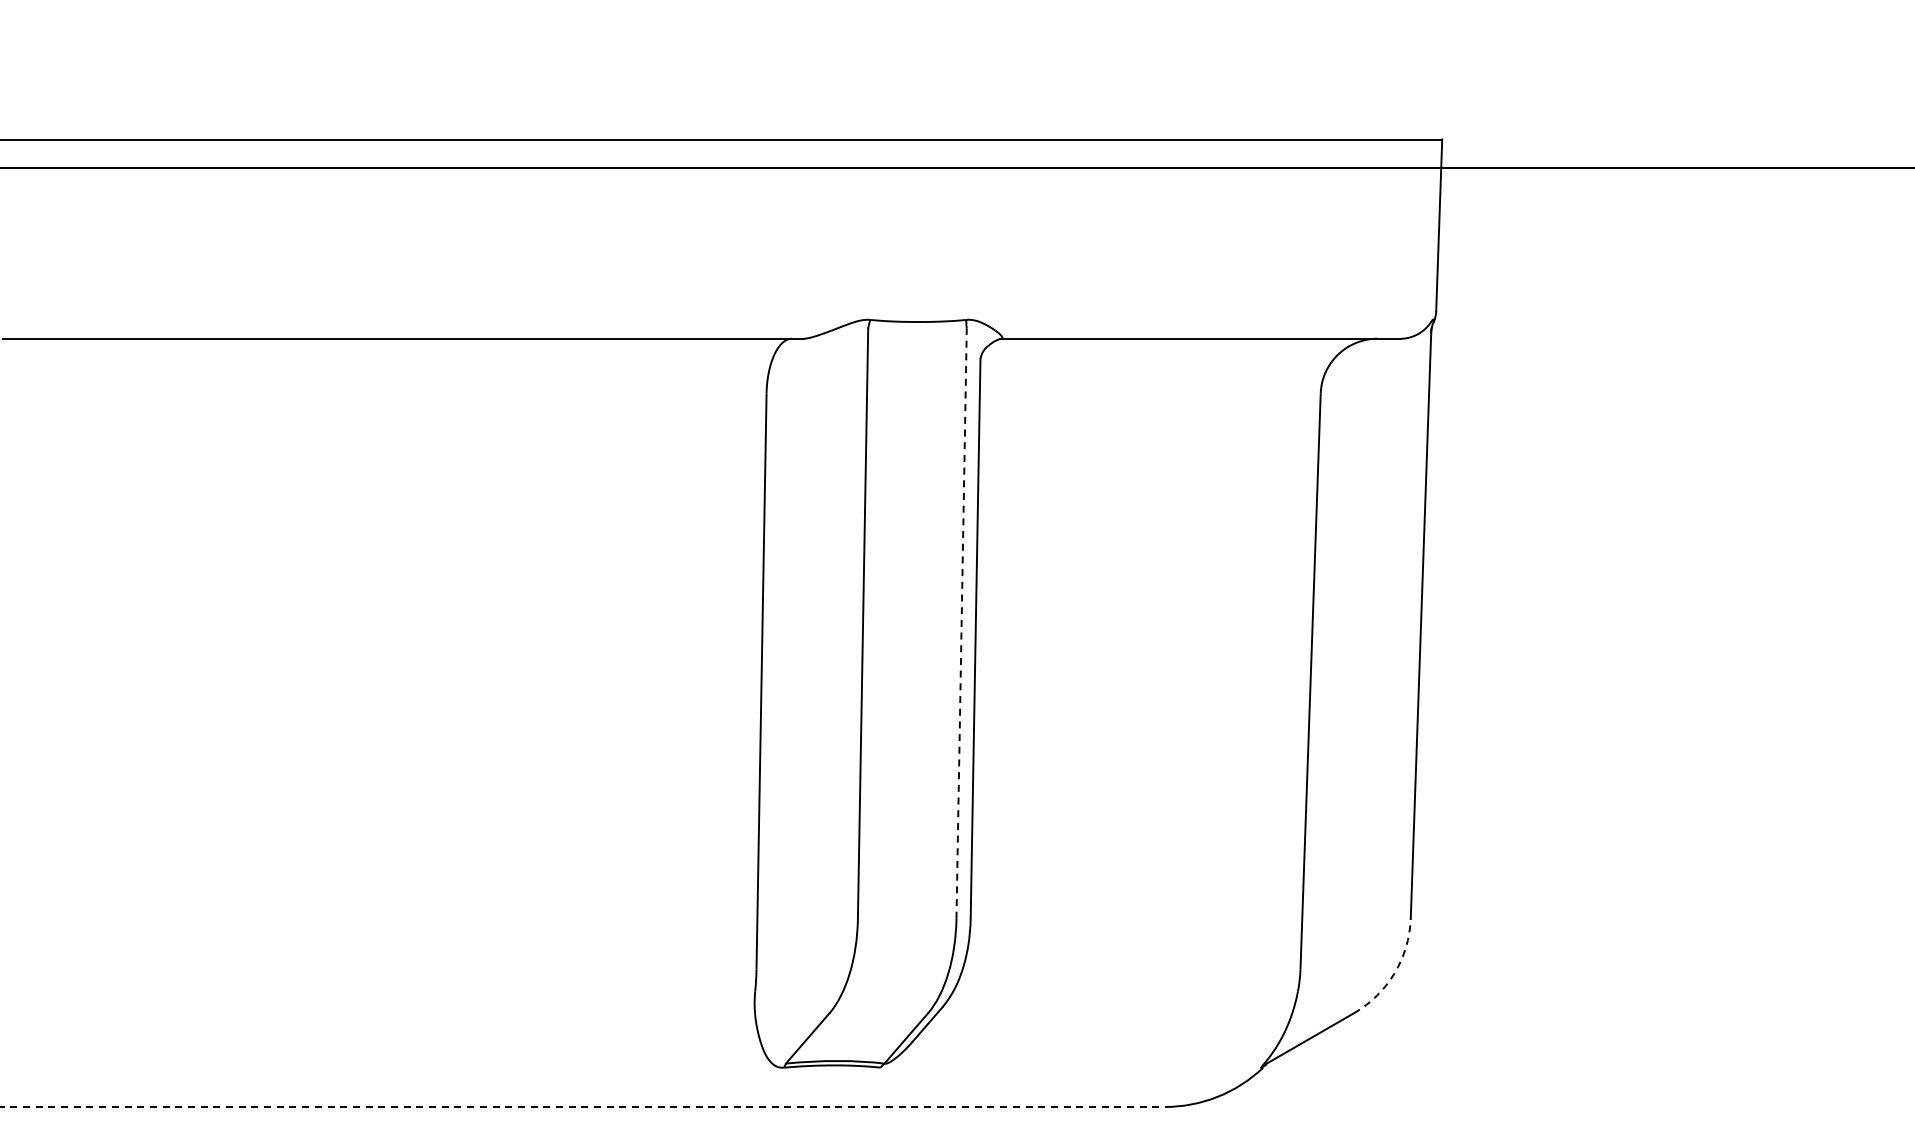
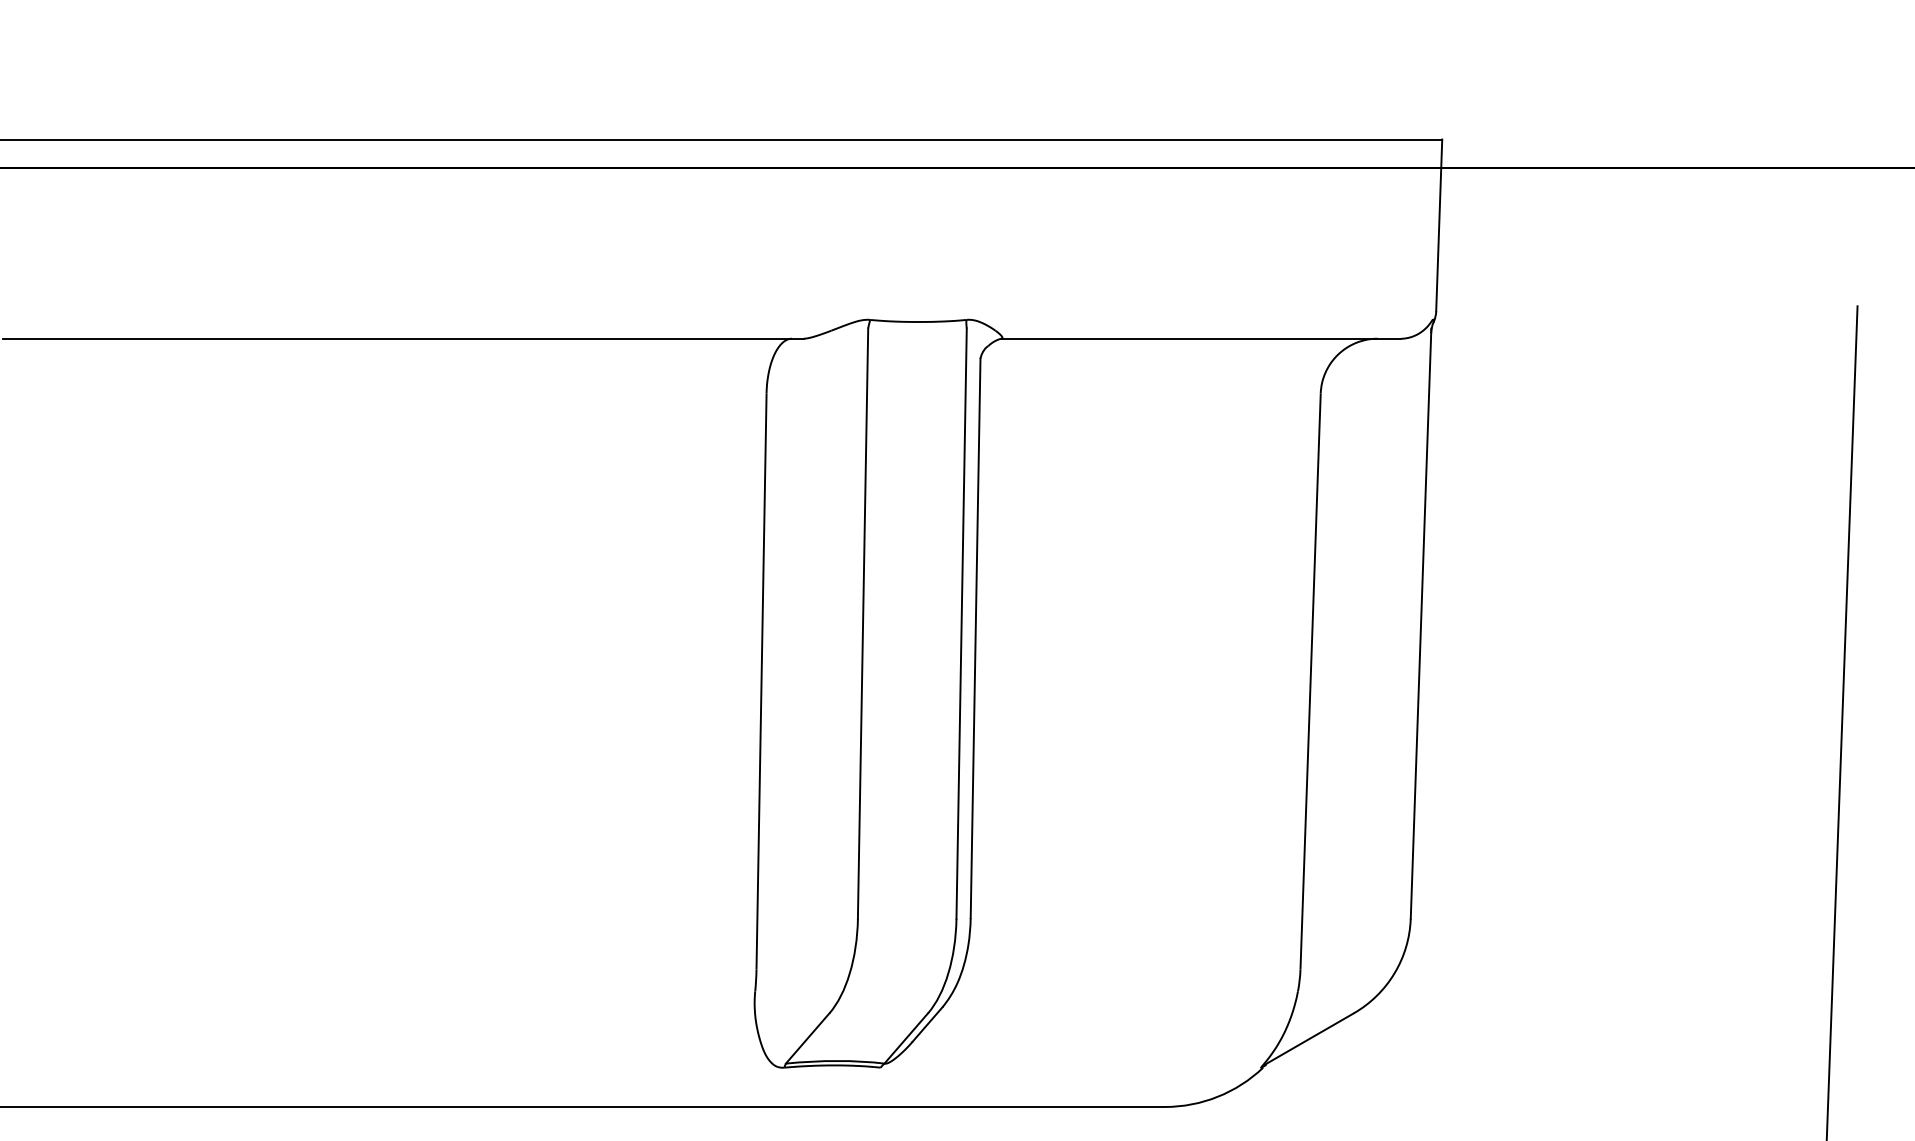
line at (961, 623): dashed -> solid
line at (1841, 721): none -> present
arc at (1394, 973): dashed -> solid
line at (583, 1106): dashed -> solid
